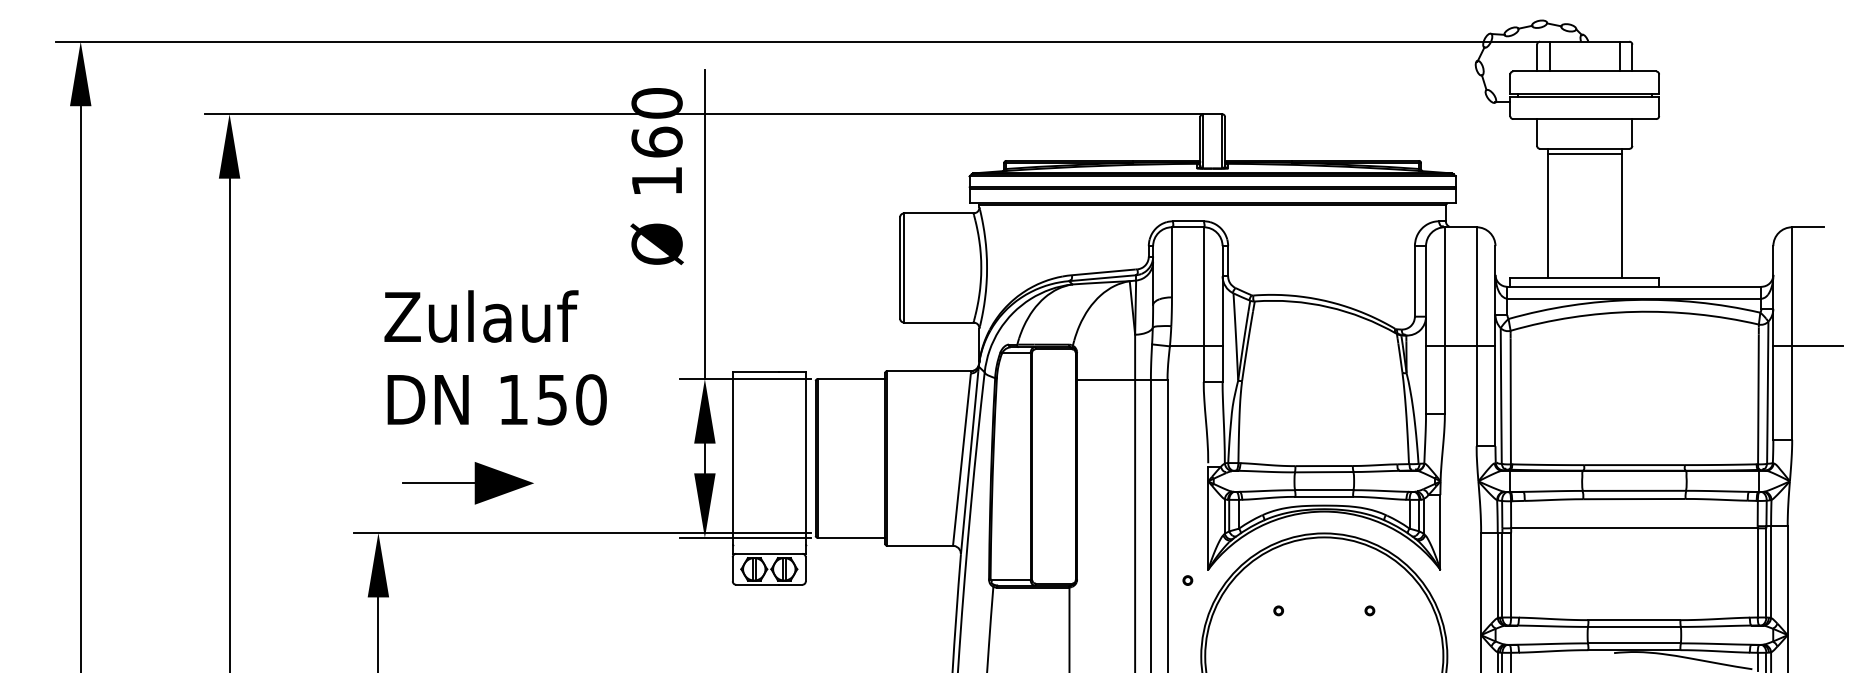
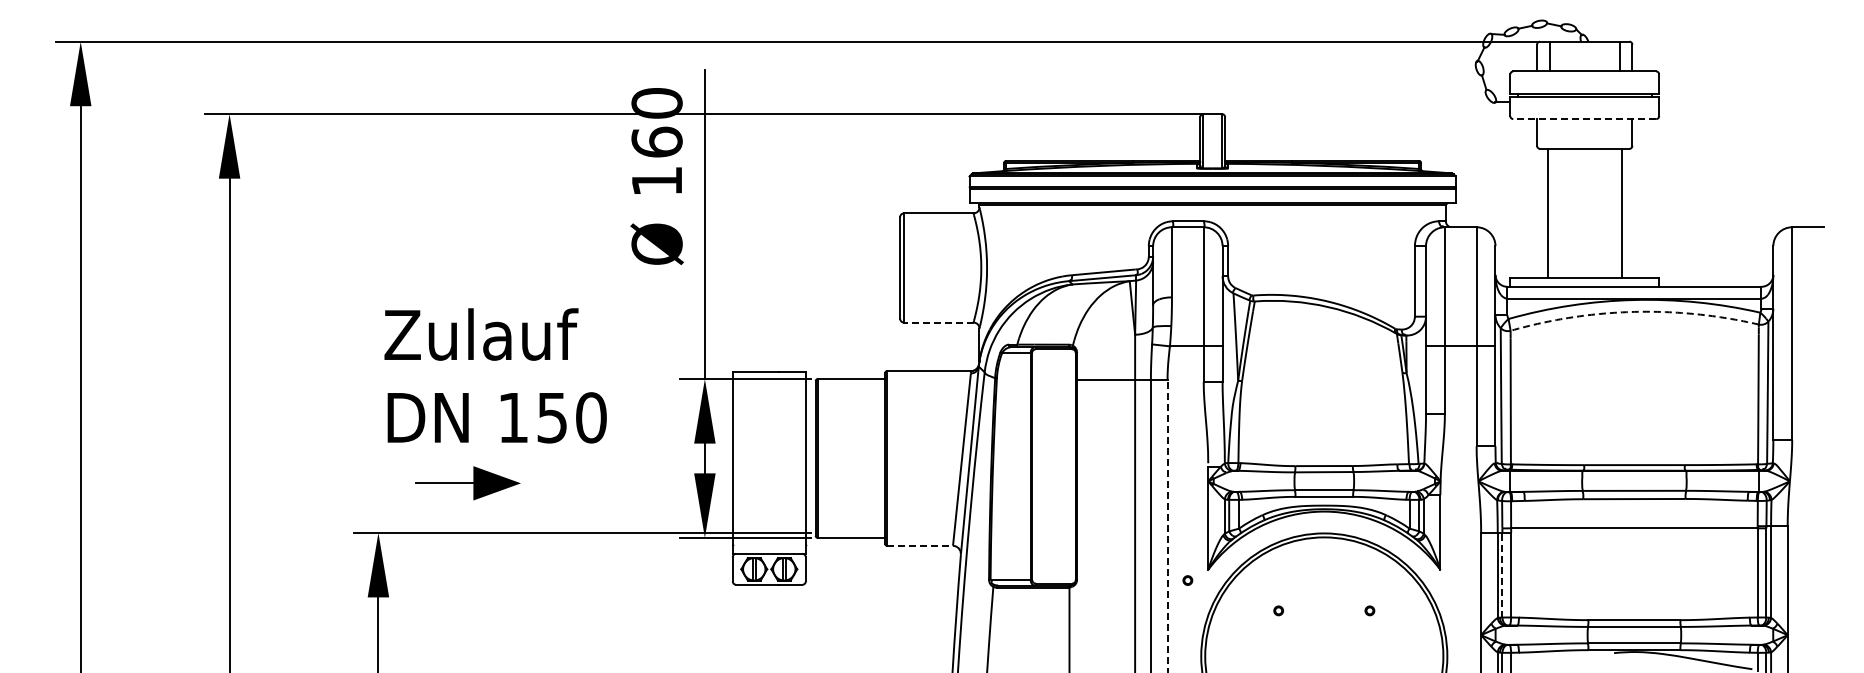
line at (1584, 119): solid -> dashed
line at (1584, 153): present -> none
arc at (1634, 311): solid -> dashed
line at (938, 322): solid -> dashed
line at (1807, 346): present -> none
text at (495, 357) position: (495, 357) -> (495, 375)
part at (467, 483) size: 132x43 px -> 106x35 px
line at (1167, 525): solid -> dashed
line at (920, 545): solid -> dashed
line at (1502, 574): solid -> dashed
